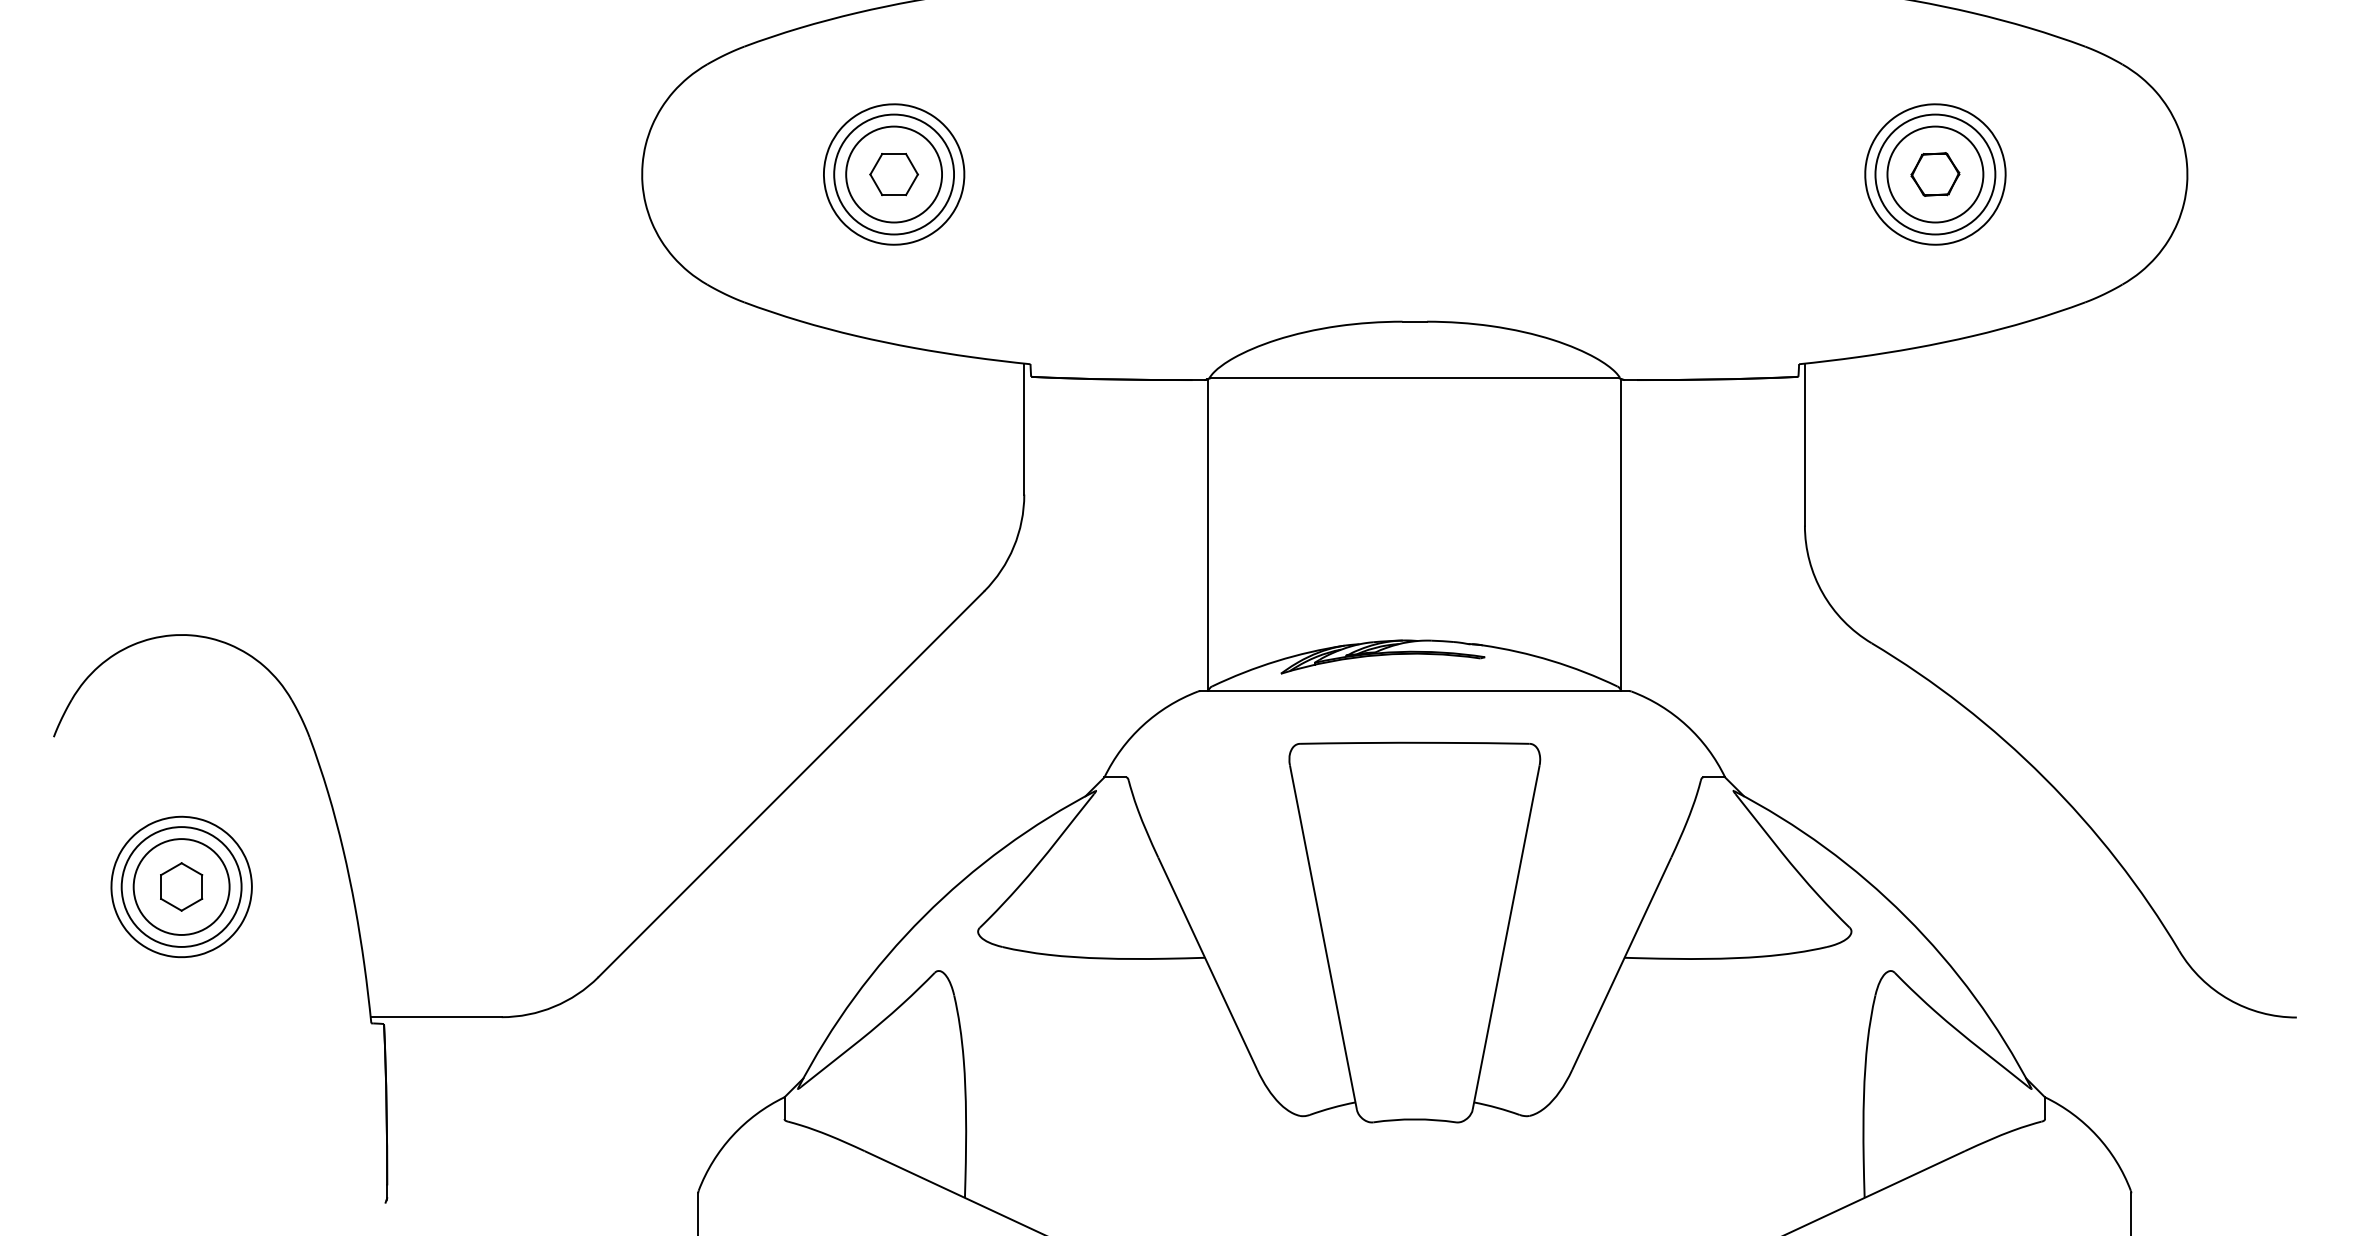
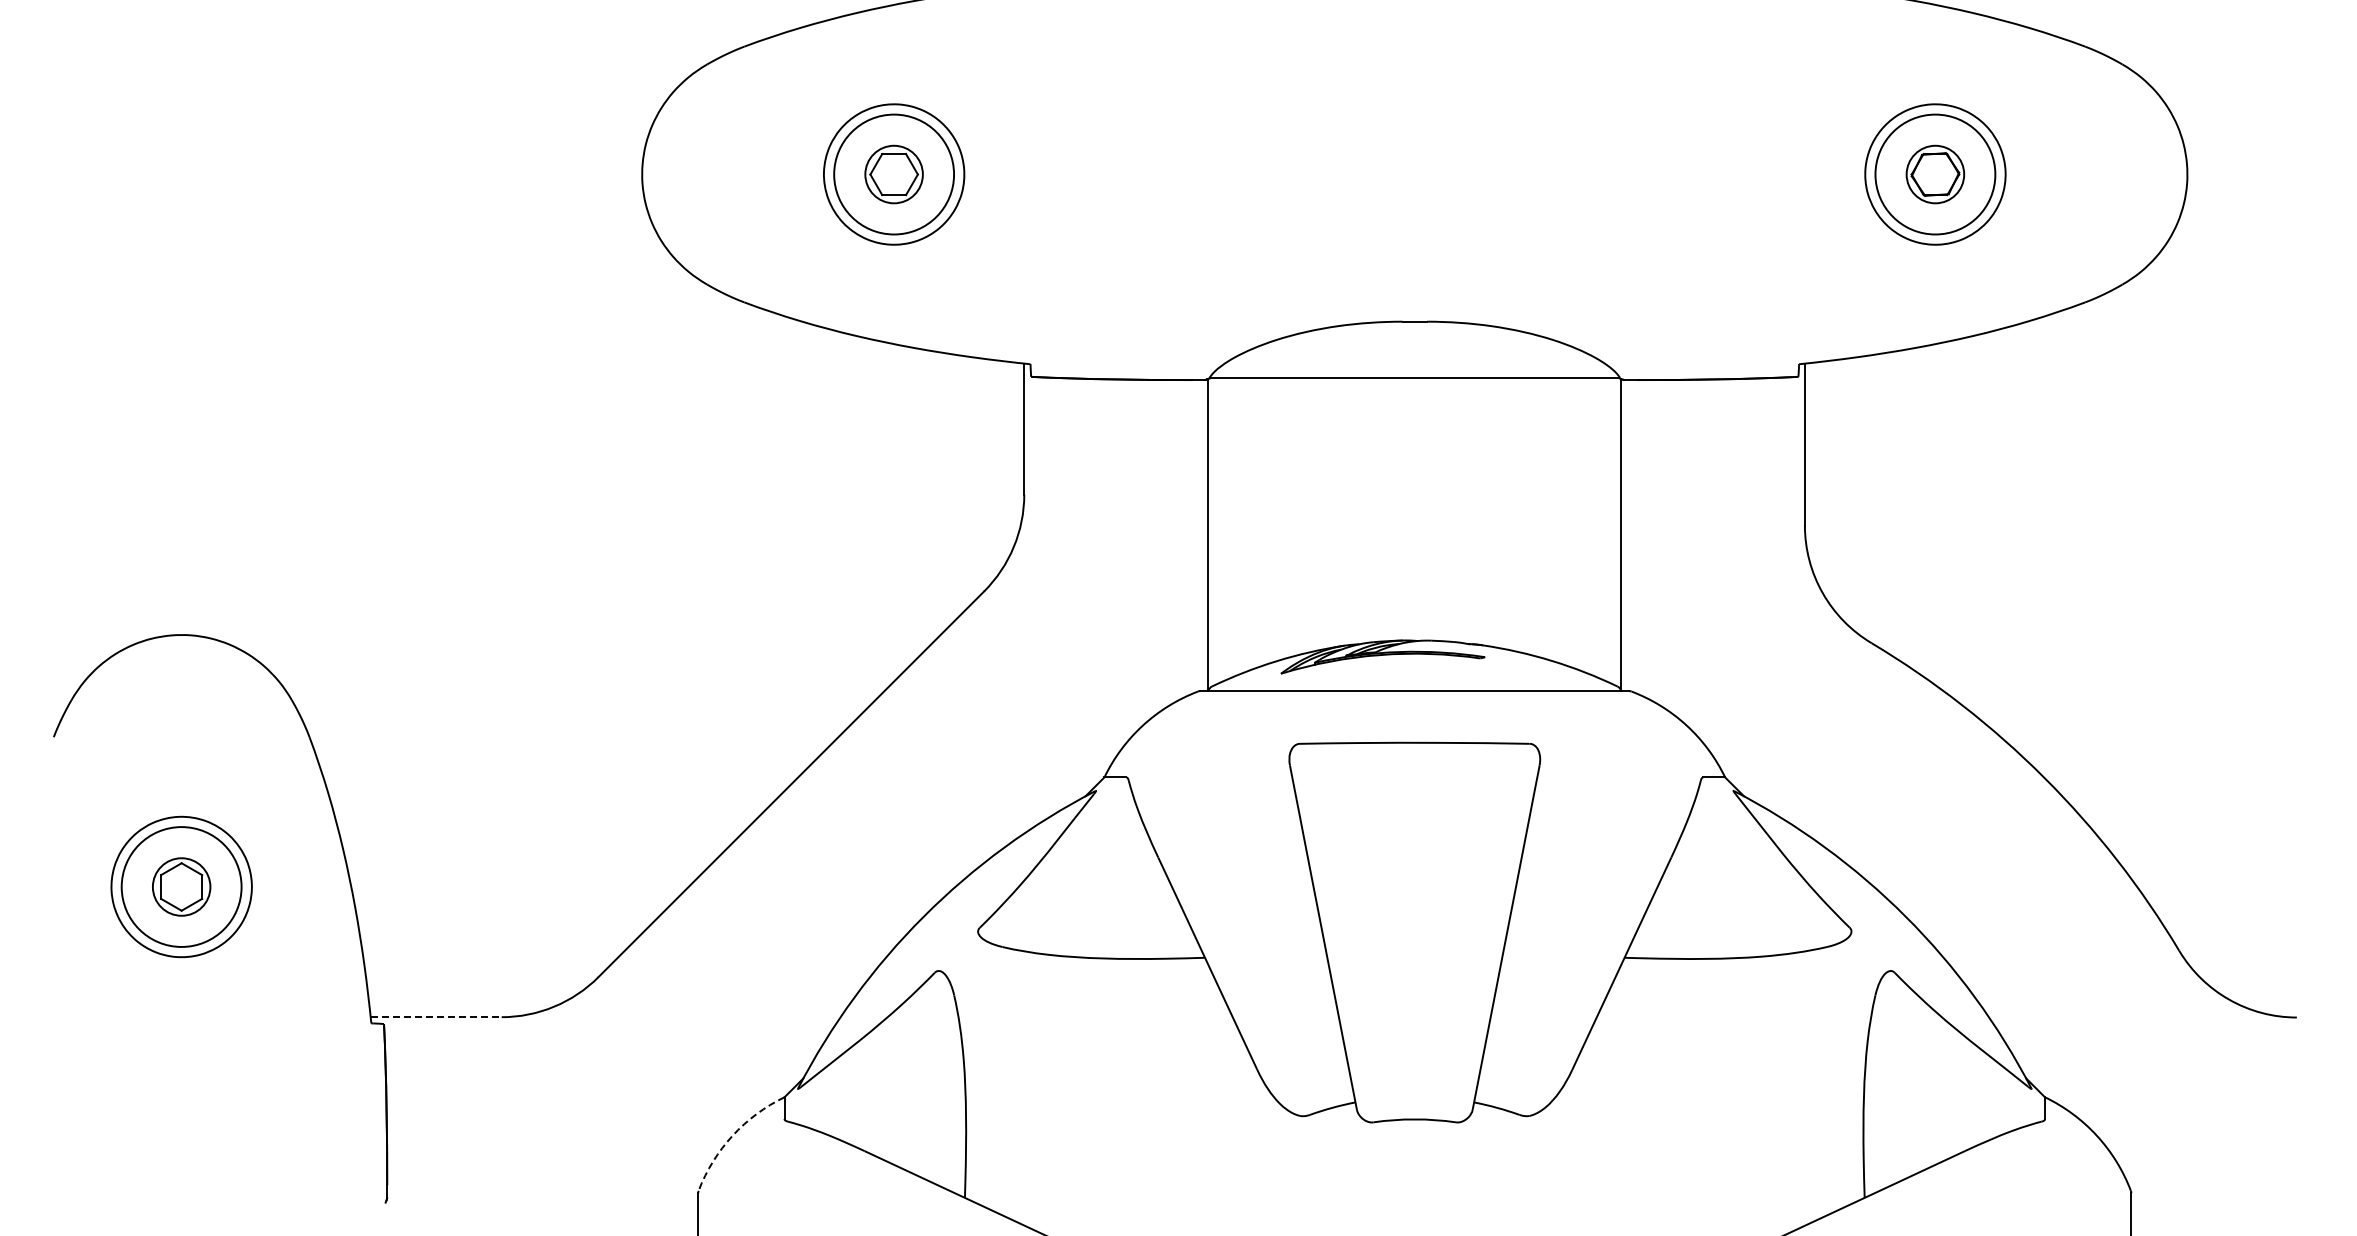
circle at (894, 174) diameter: 96 px -> 58 px
circle at (1935, 174) diameter: 96 px -> 58 px
circle at (181, 886) diameter: 96 px -> 58 px
line at (436, 1017): solid -> dashed
arc at (732, 1135): solid -> dashed
